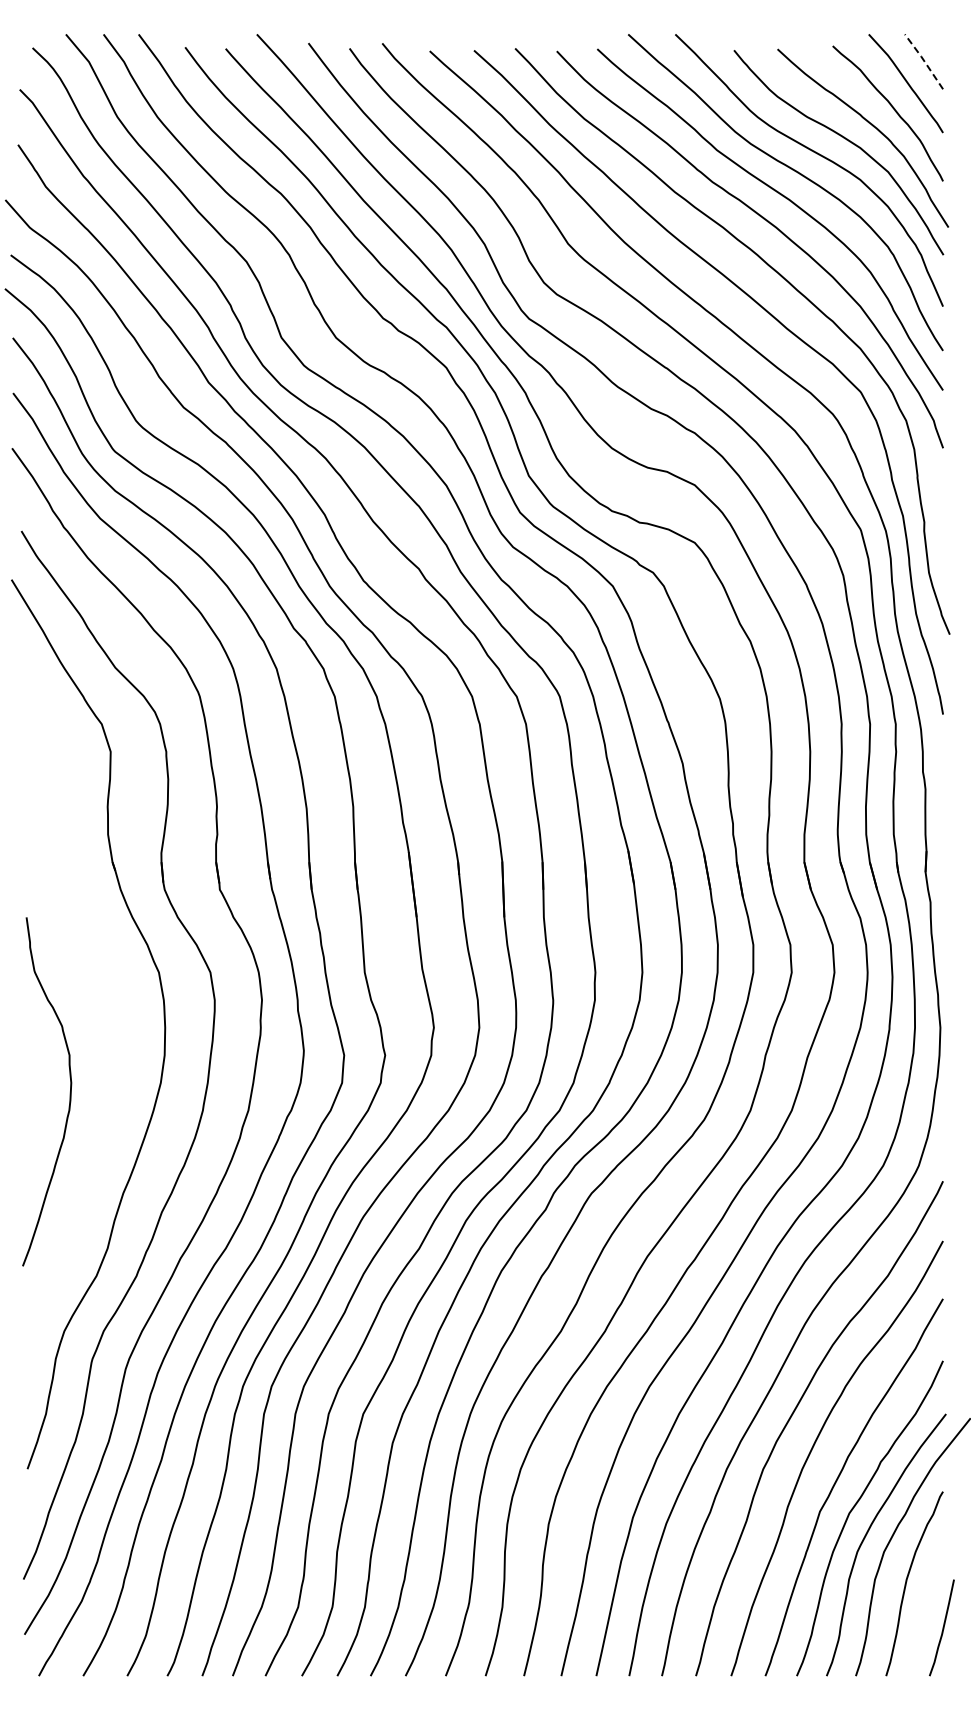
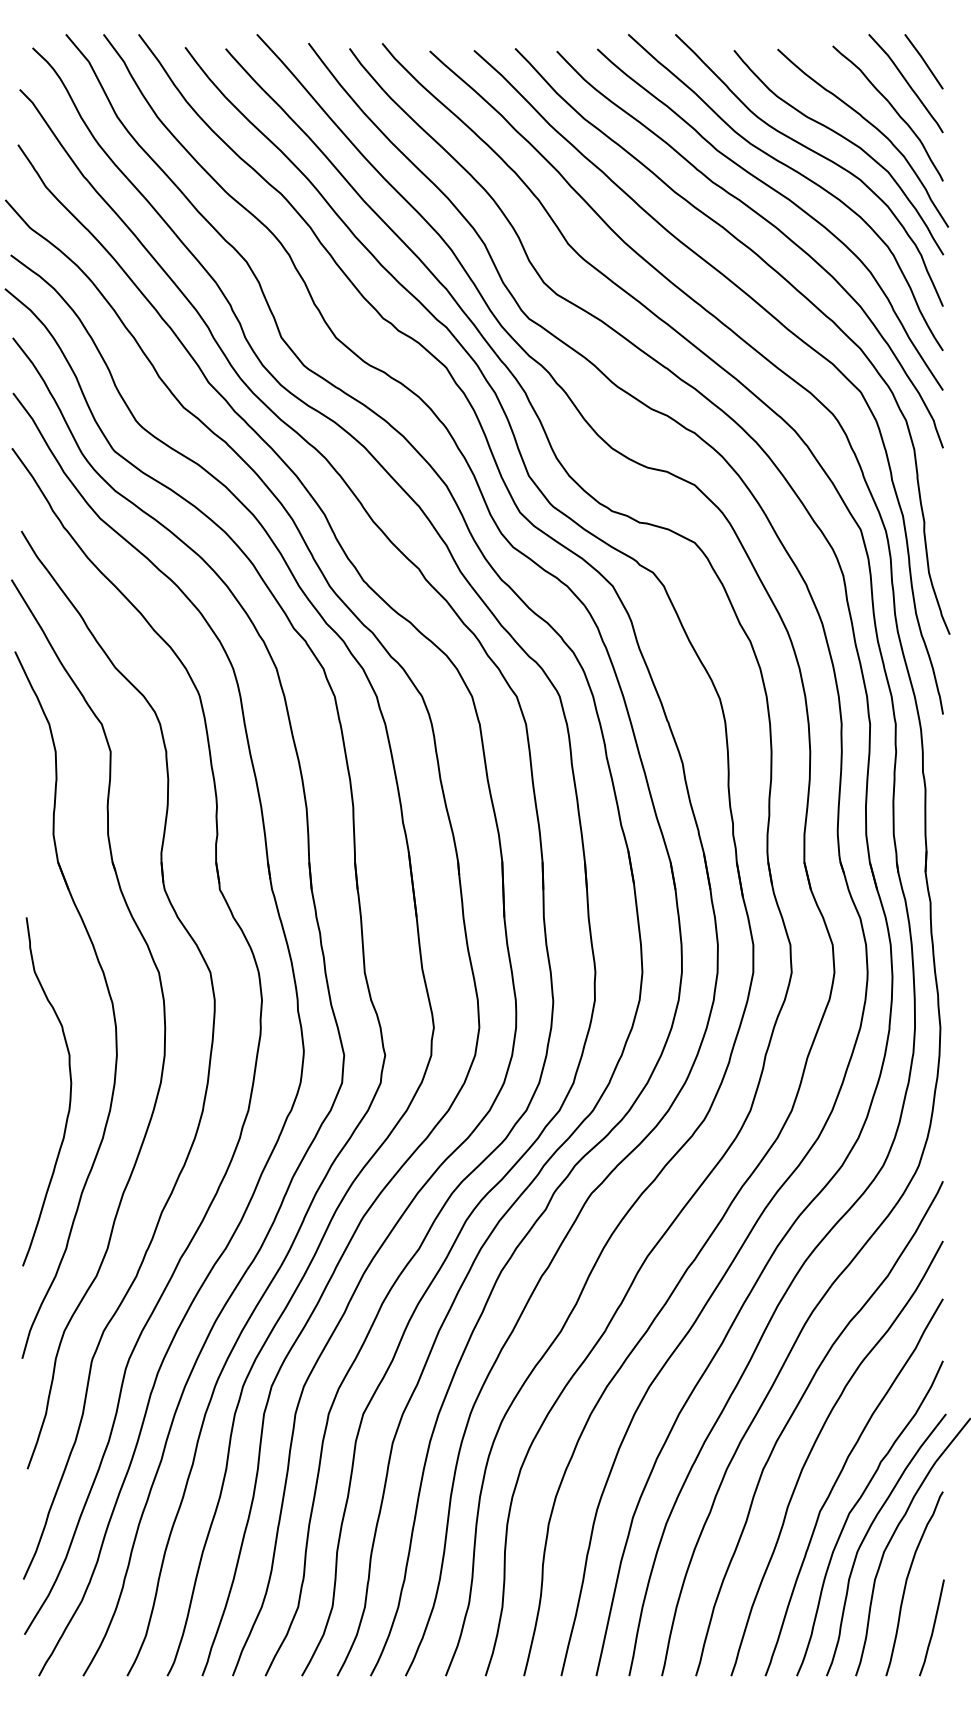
line at (923, 60): dashed -> solid
part at (107, 991): none -> present
curve at (942, 1627) position: (942, 1627) -> (932, 1627)
